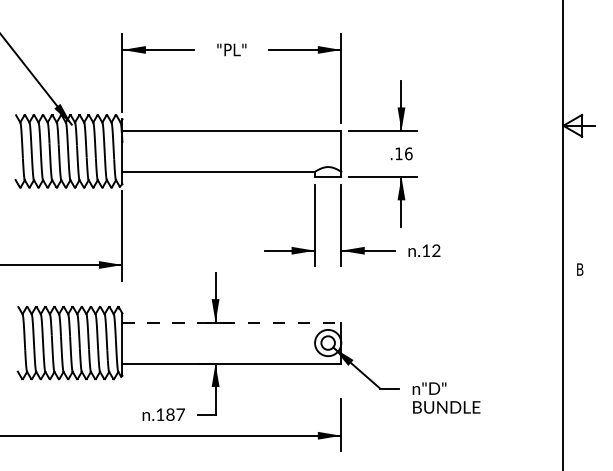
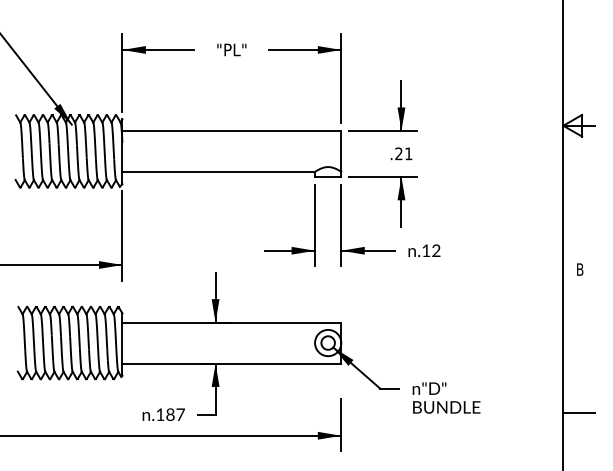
text at (403, 153): .16 -> .21
line at (232, 322): dashed -> solid
line at (578, 413): none -> present
